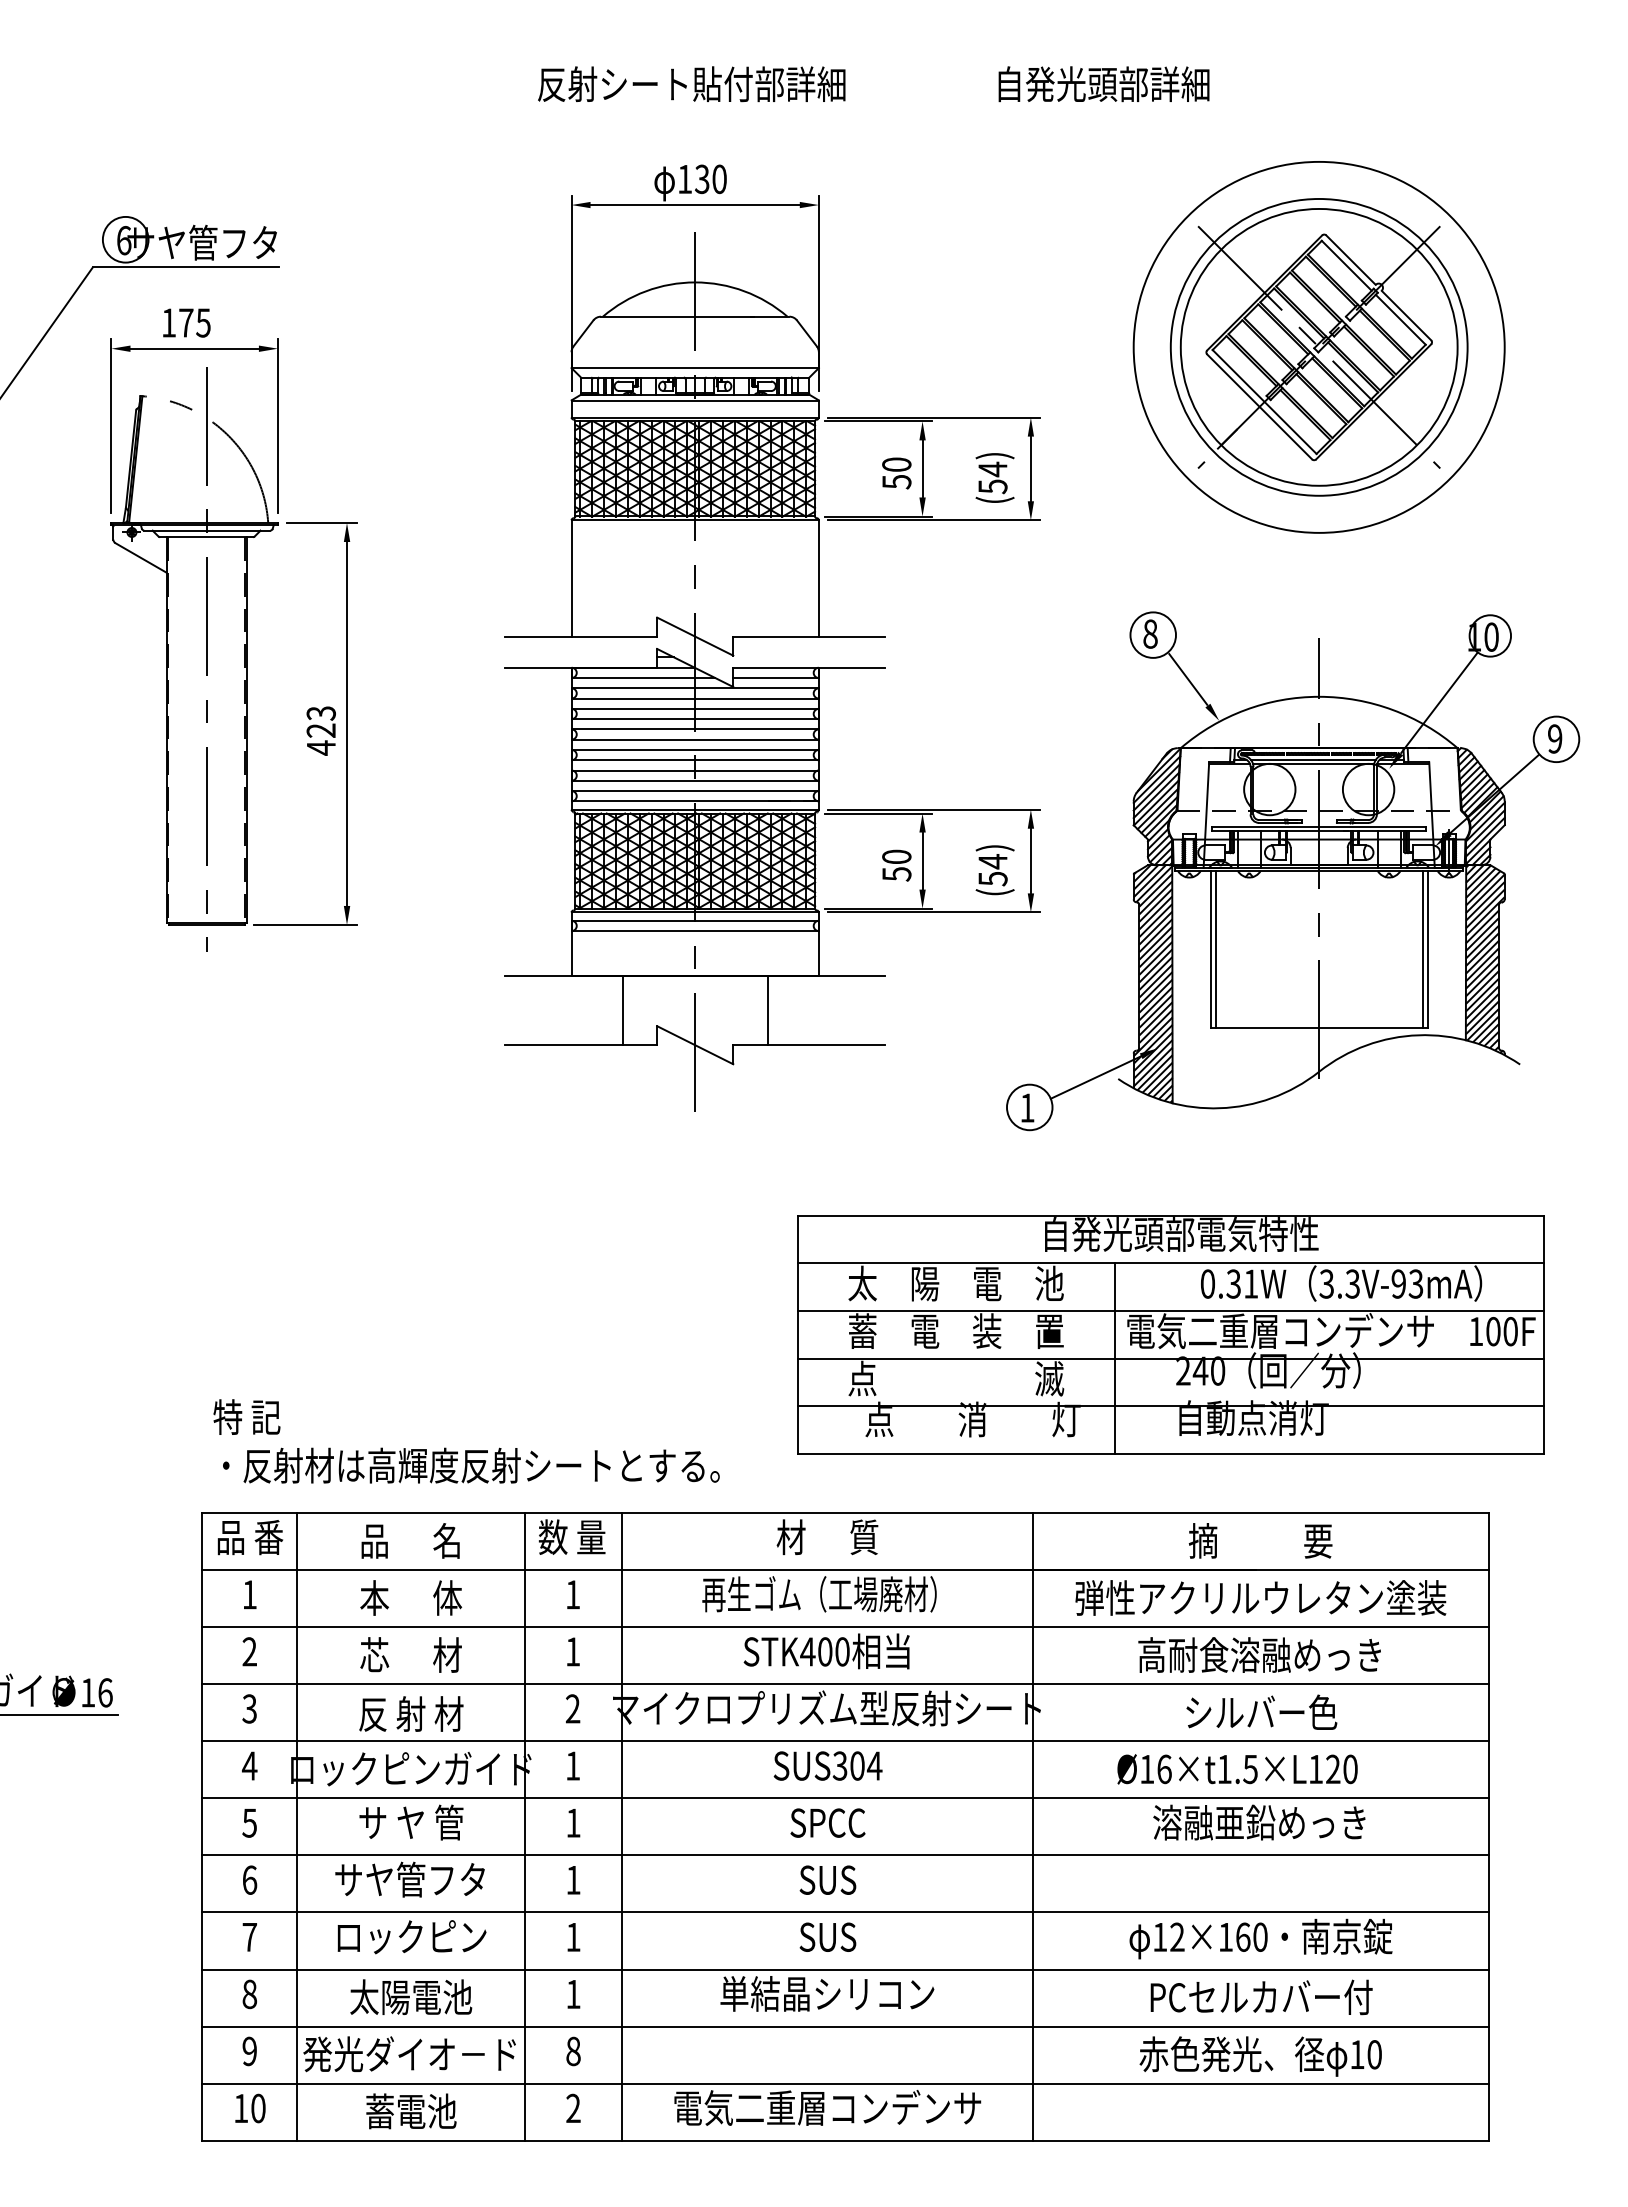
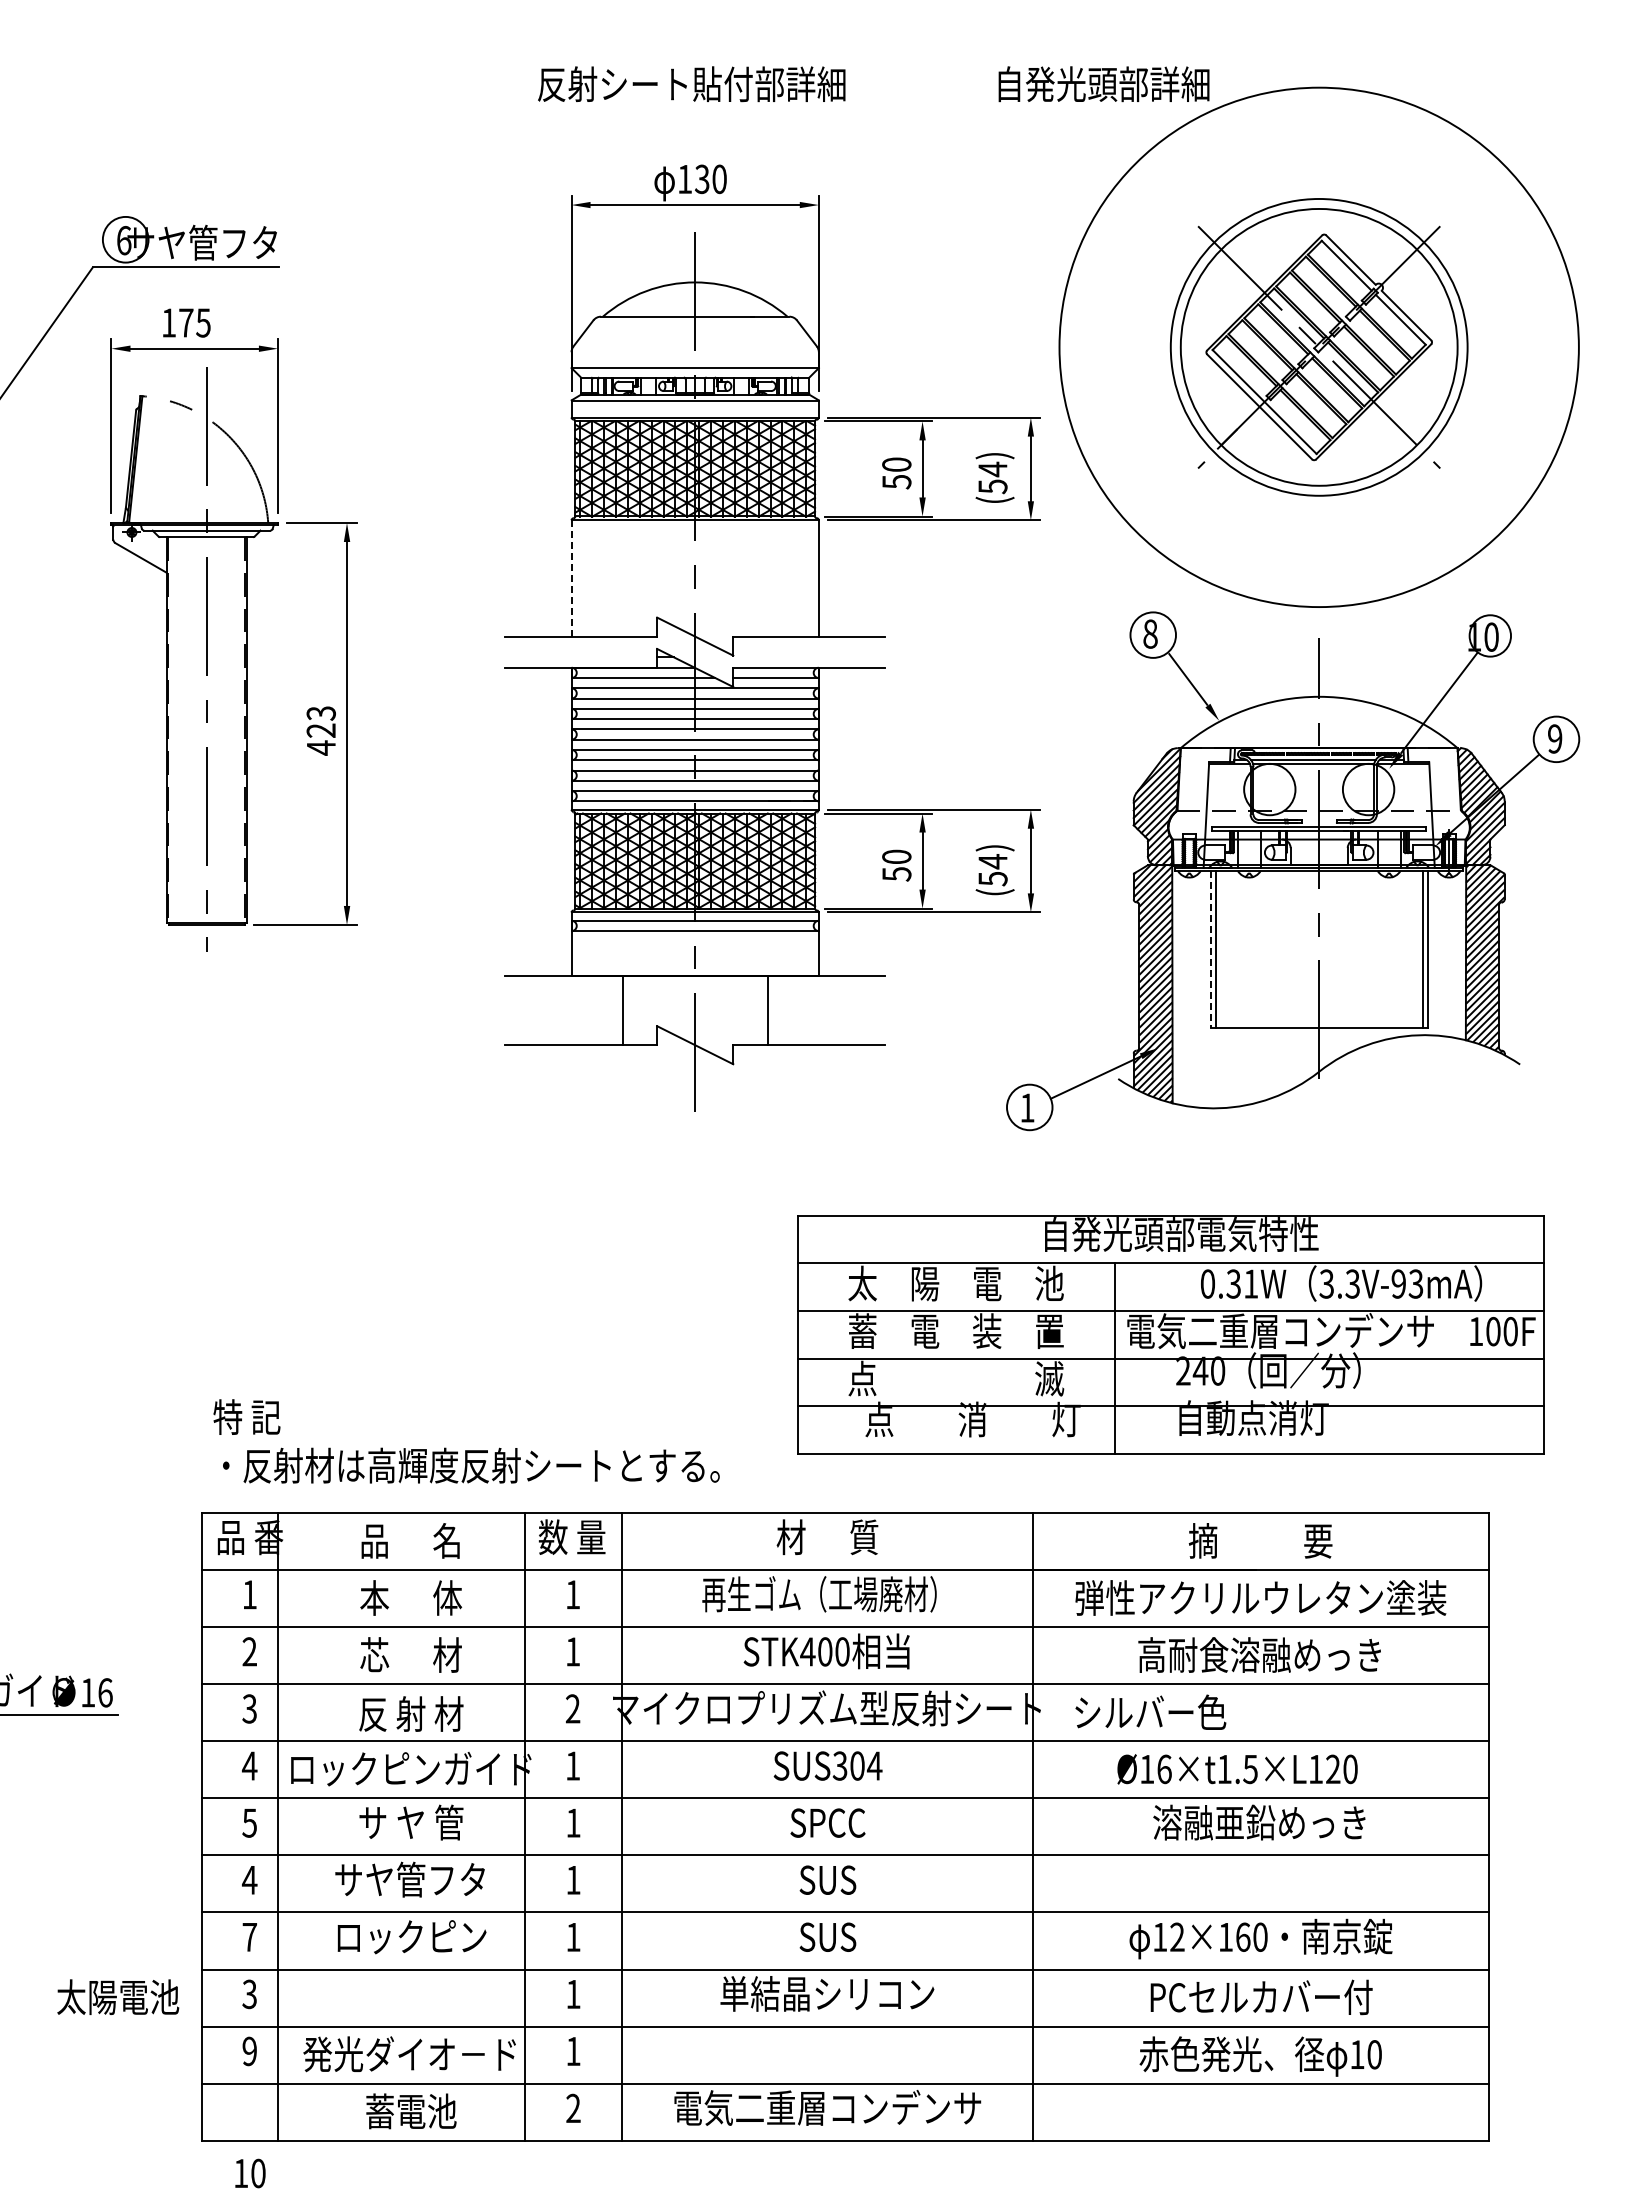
circle at (1318, 346) diameter: 371 px -> 519 px
line at (571, 578): solid -> dashed
line at (1210, 949): solid -> dashed
text at (1261, 1711) position: (1261, 1711) -> (1150, 1711)
line at (297, 1826) position: (297, 1826) -> (278, 1826)
text at (249, 1879): 6 -> 4
text at (249, 1993): 8 -> 3
text at (411, 1996) position: (411, 1996) -> (118, 1996)
text at (573, 2051): 8 -> 1
text at (250, 2108) position: (250, 2108) -> (250, 2173)
